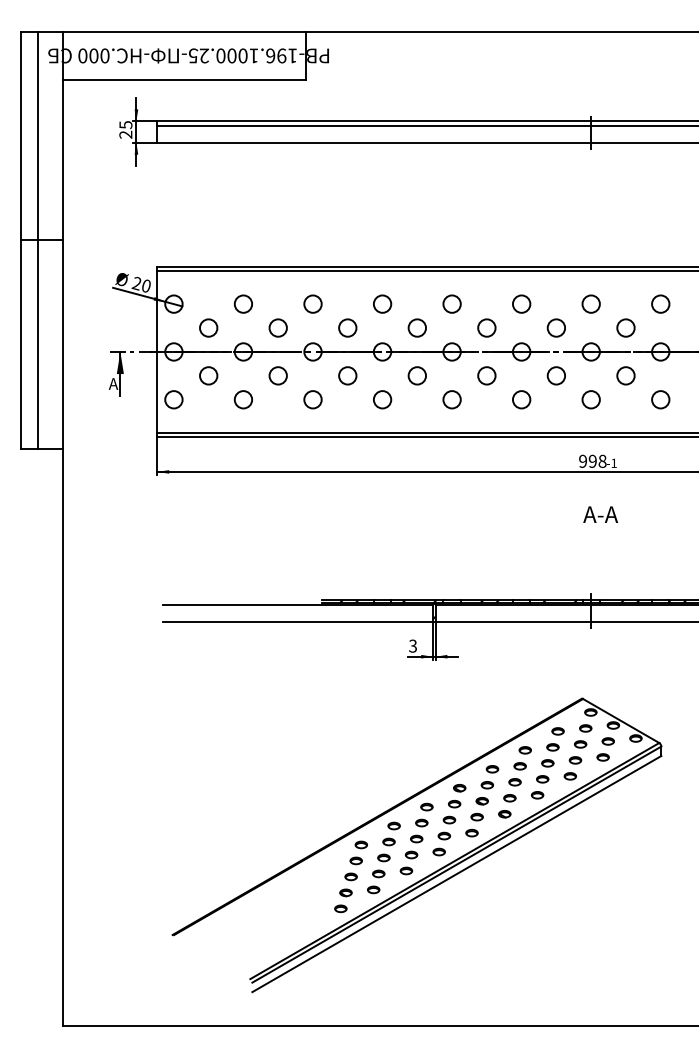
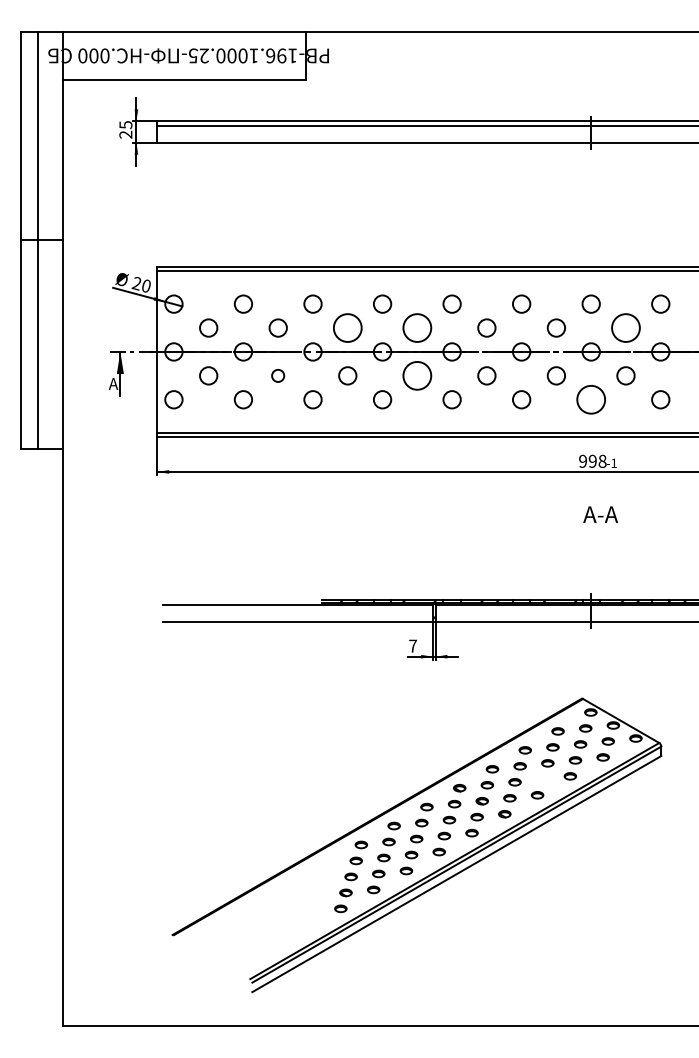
circle at (347, 327) diameter: 17 px -> 28 px
circle at (417, 327) diameter: 17 px -> 28 px
circle at (625, 327) diameter: 17 px -> 28 px
circle at (277, 375) size: 20x20 px -> 15x14 px
circle at (417, 375) diameter: 17 px -> 28 px
circle at (590, 399) diameter: 17 px -> 28 px
text at (413, 645): 3 -> 7
part at (542, 779): present -> none
